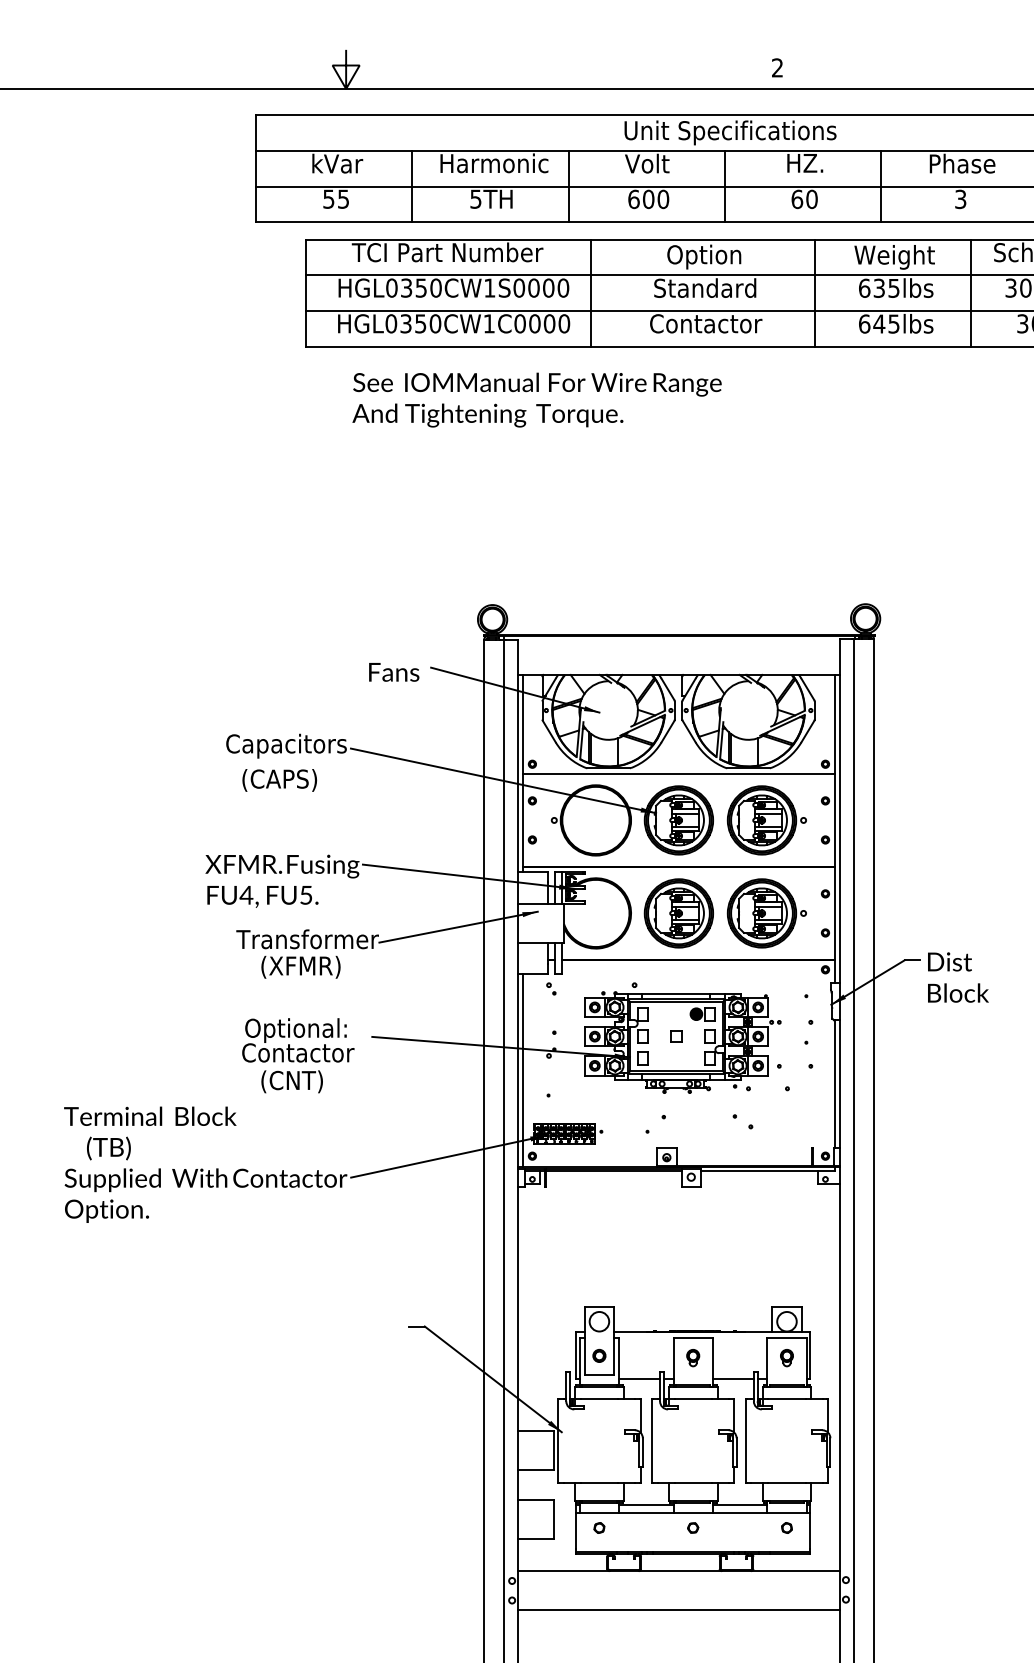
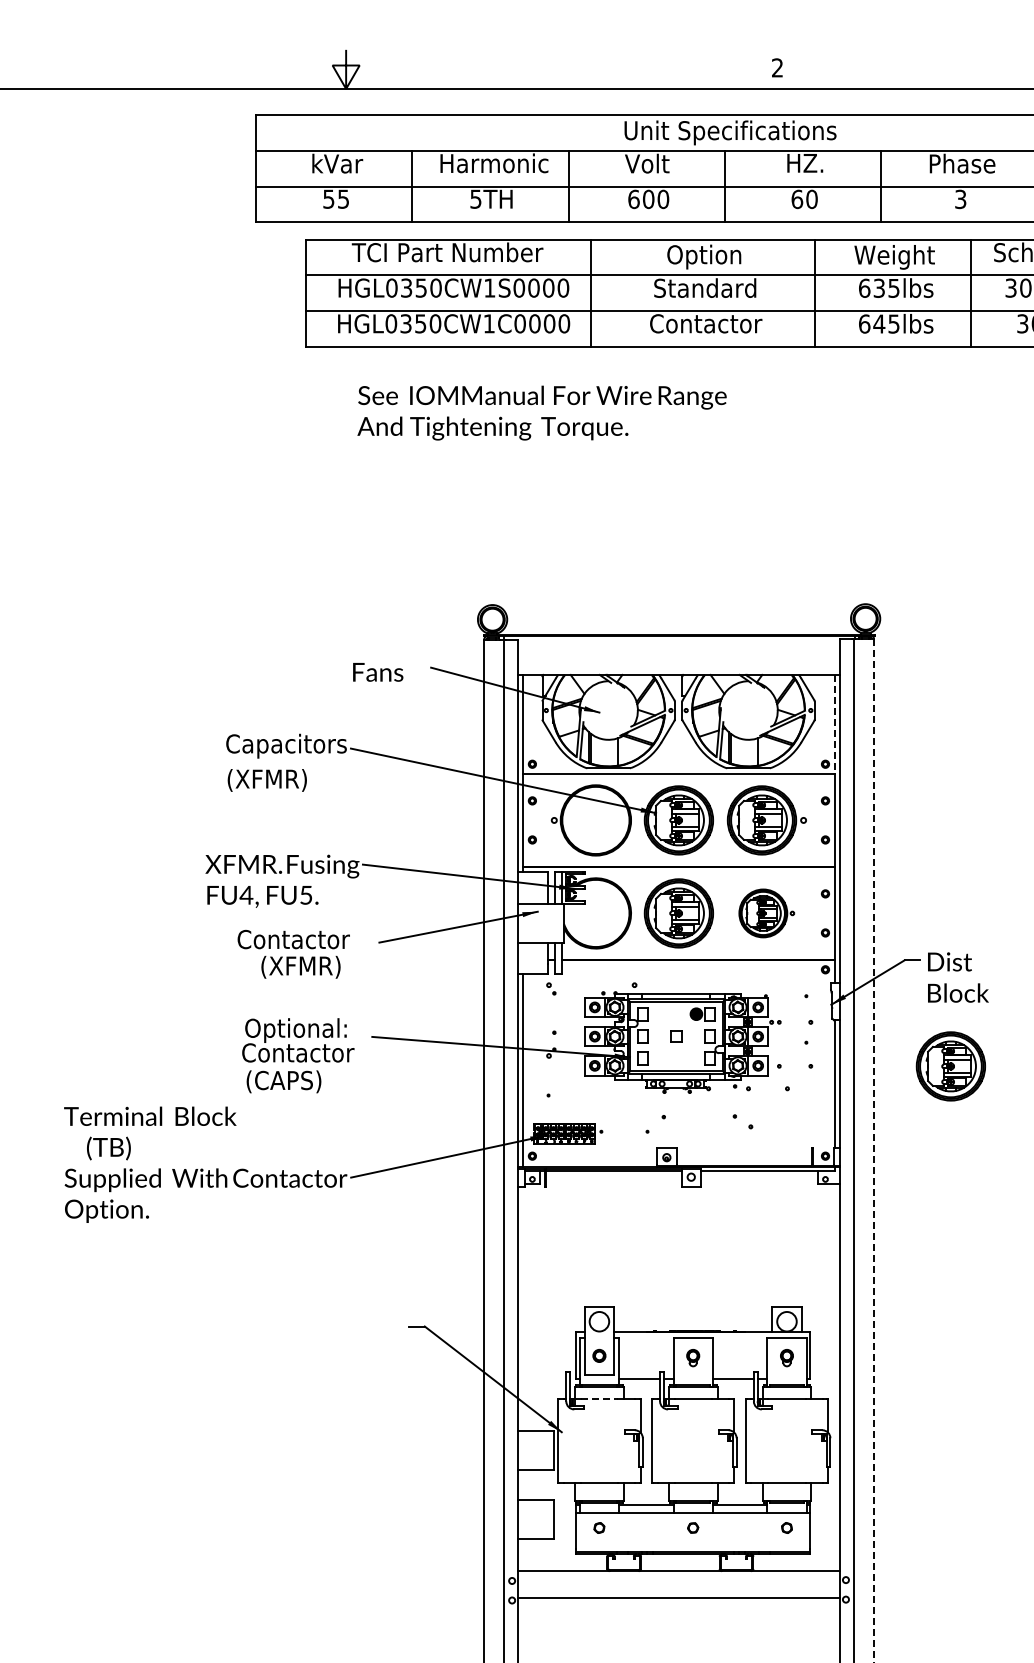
text at (536, 399) position: (536, 399) -> (541, 412)
text at (394, 672) position: (394, 672) -> (378, 672)
line at (835, 724): solid -> dashed
text at (272, 780): (CAPS) -> (XFMR)
part at (766, 913) size: 81x71 px -> 58x51 px
text at (307, 939): Transformer -> Contactor
part at (950, 1066): none -> present
text at (284, 1081): (CNT) -> (CAPS)
line at (874, 1150): solid -> dashed
line at (599, 1398): solid -> dashed
line at (678, 1610) position: (678, 1610) -> (678, 1598)
